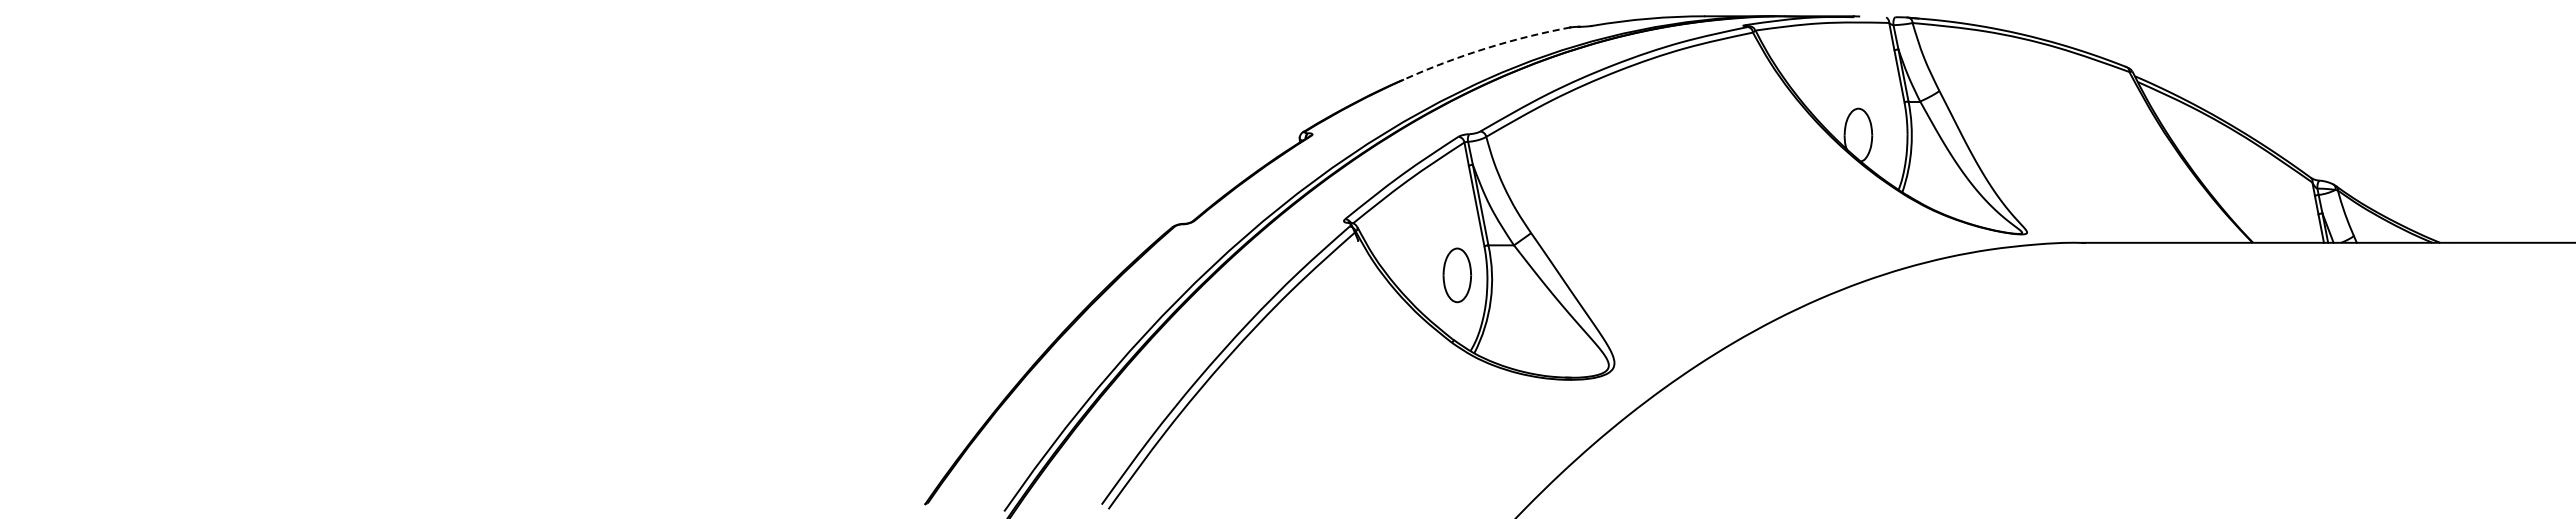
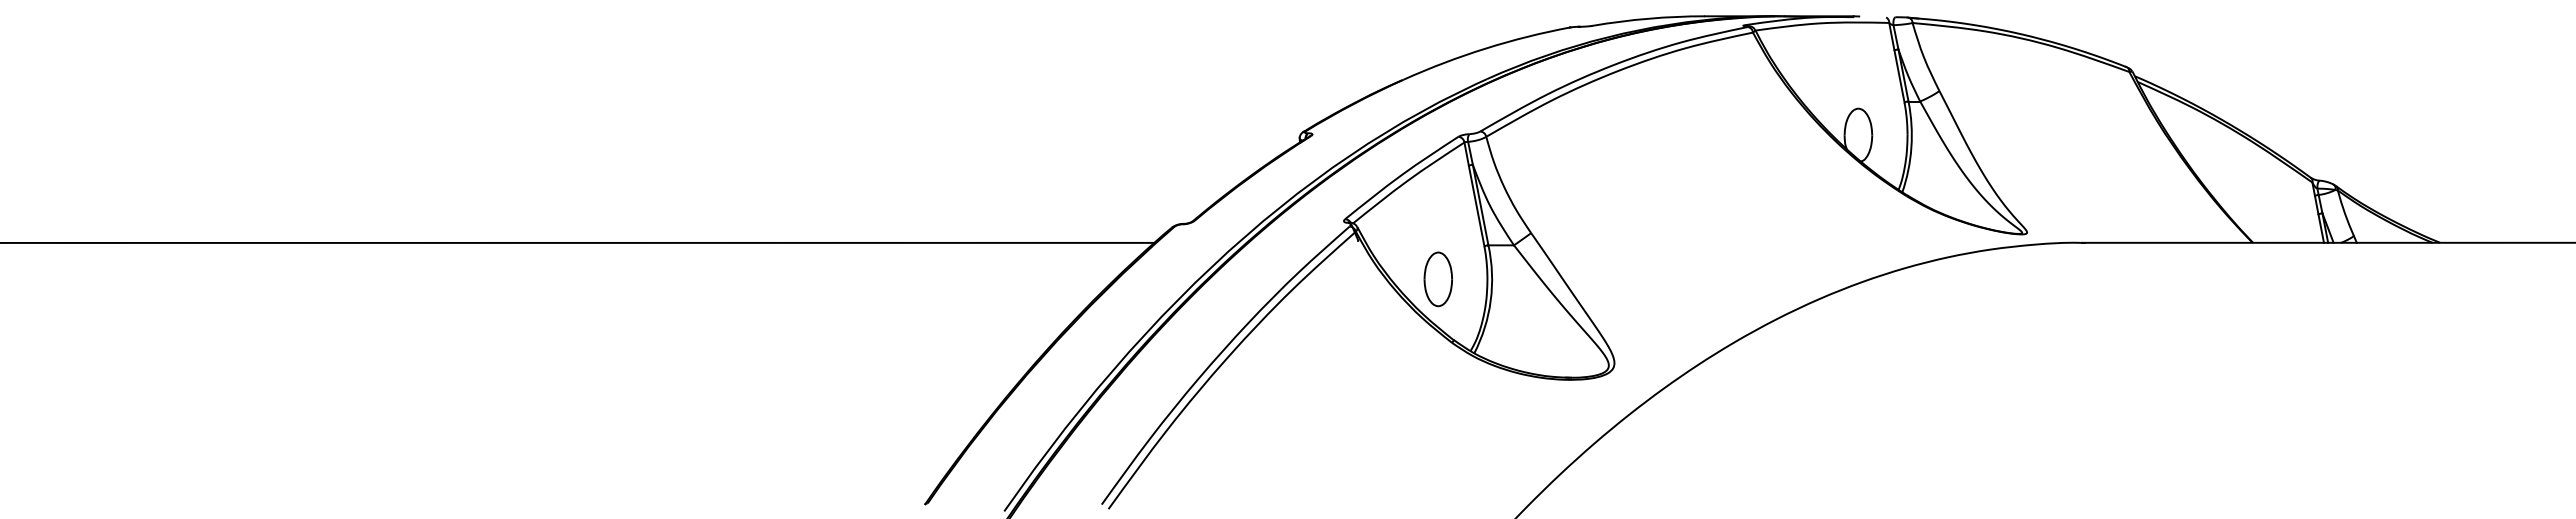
arc at (1485, 48): dashed -> solid
line at (578, 242): none -> present
part at (1456, 275) position: (1456, 275) -> (1437, 279)
